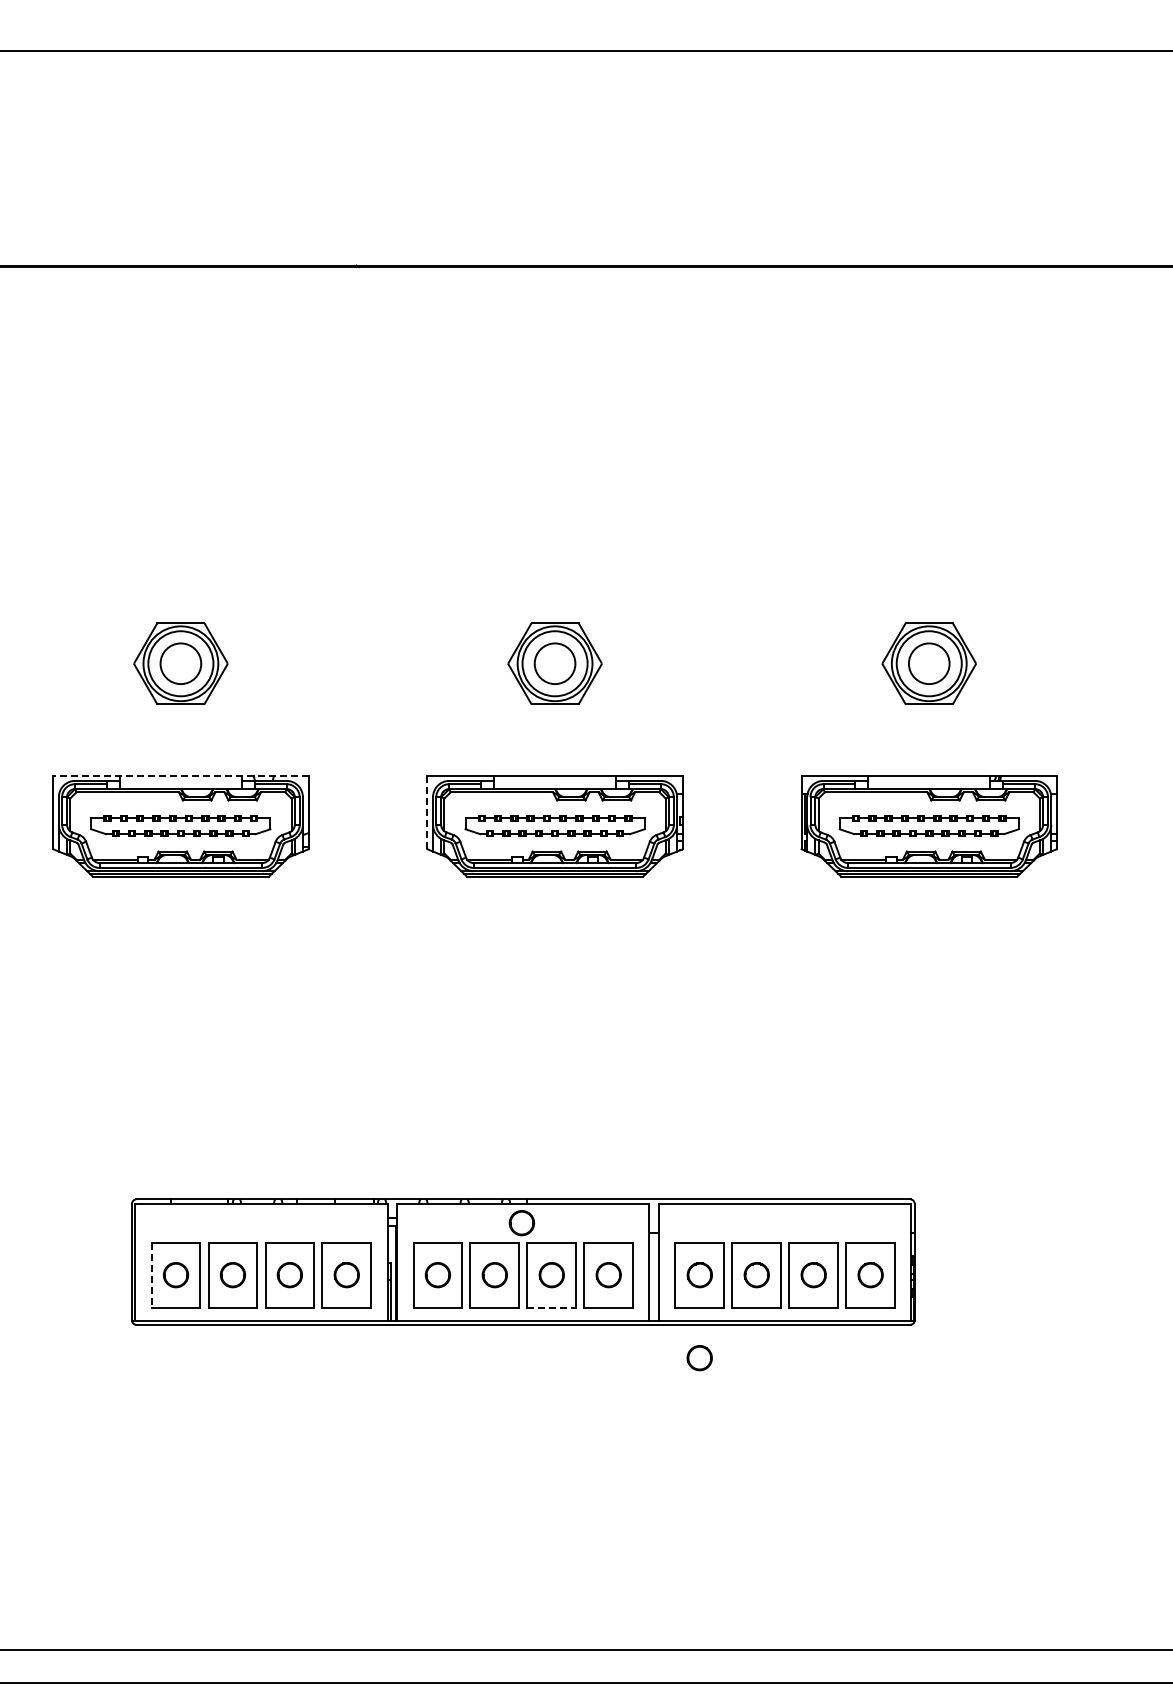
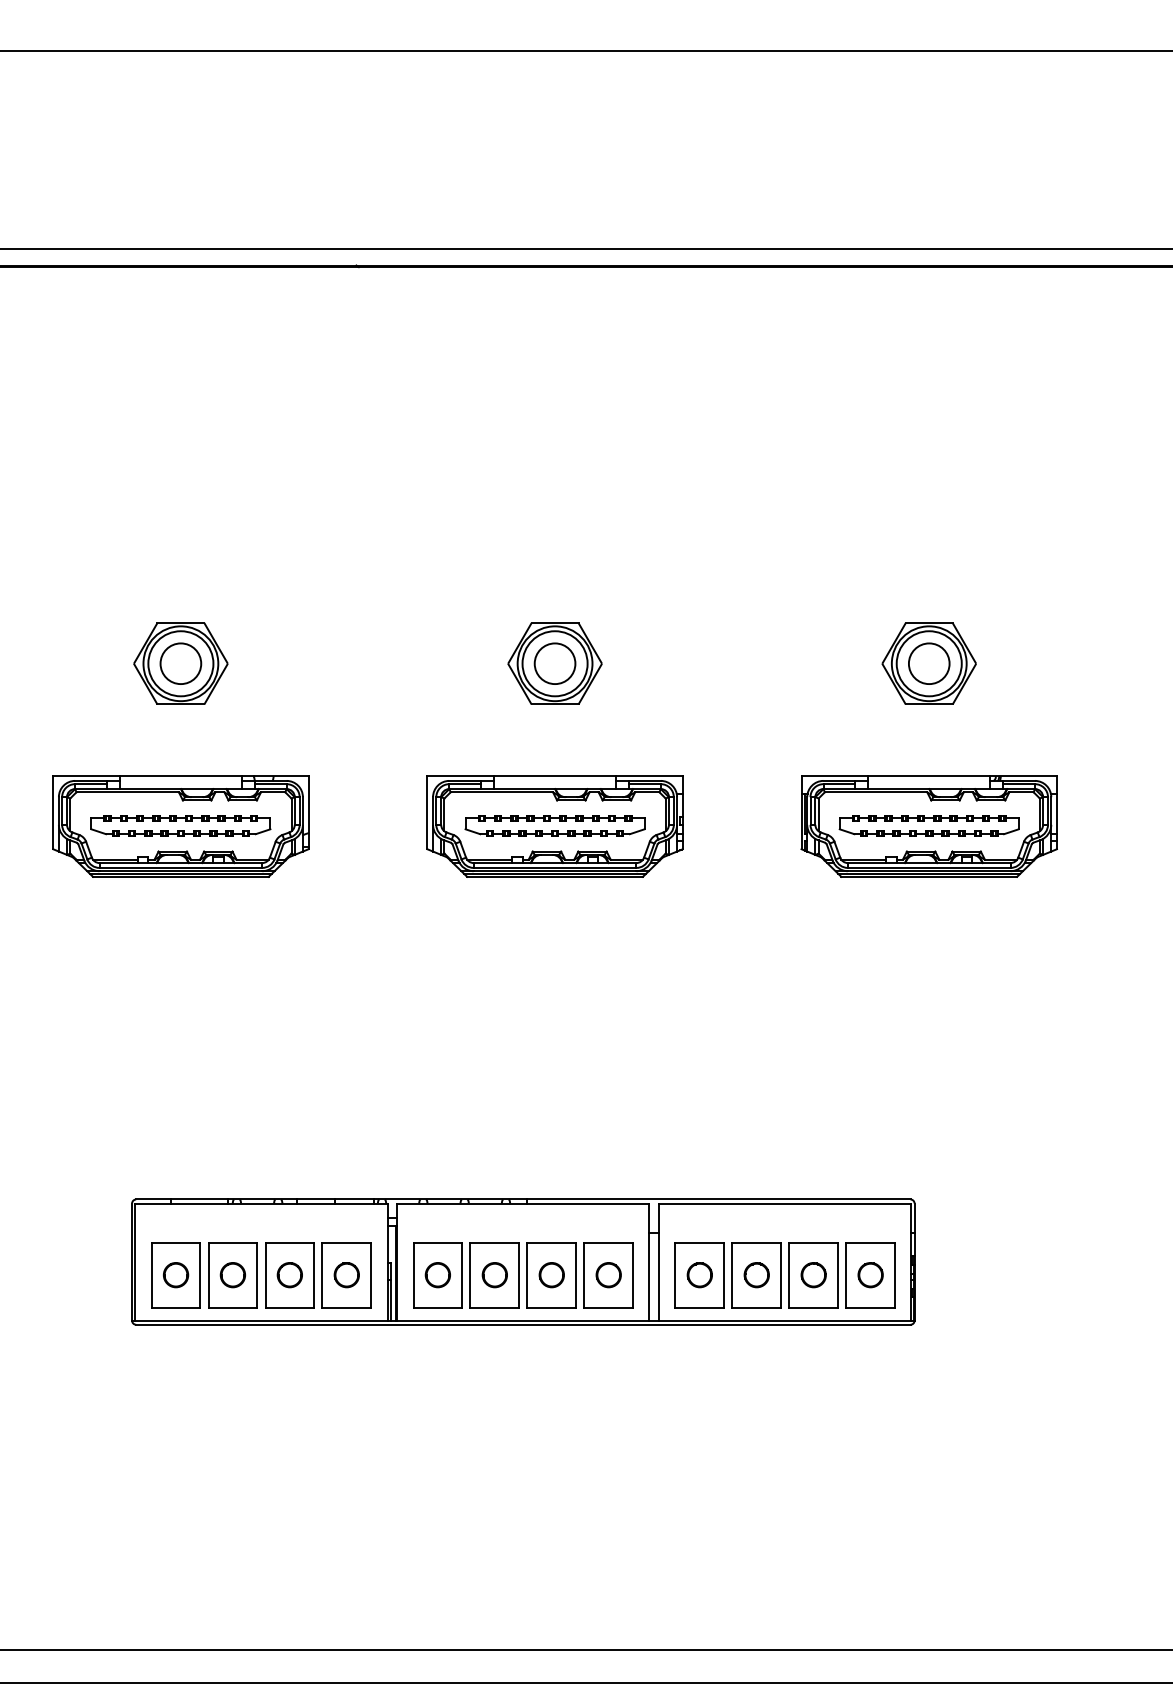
line at (585, 249): none -> present
line at (180, 776): dashed -> solid
line at (427, 812): dashed -> solid
circle at (521, 1223): present -> none
line at (151, 1275): dashed -> solid
line at (552, 1307): dashed -> solid
circle at (699, 1358): present -> none
